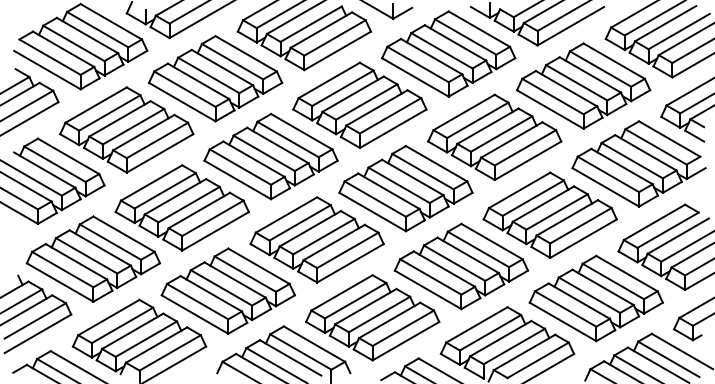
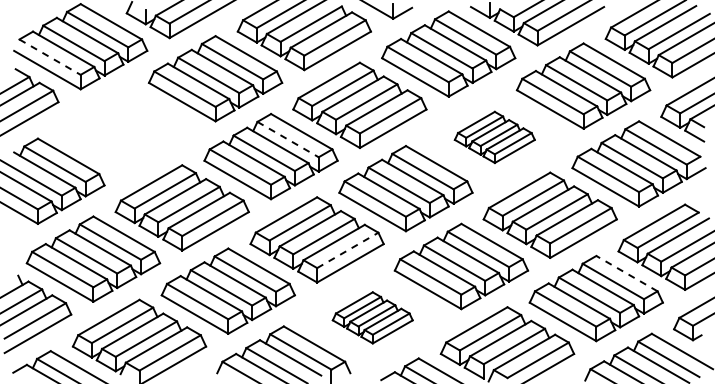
line at (50, 57): solid -> dashed
part at (126, 129): present -> none
part at (494, 137) size: 136x89 px -> 83x55 px
line at (288, 139): solid -> dashed
line at (348, 250): solid -> dashed
line at (626, 273): solid -> dashed
part at (372, 317) size: 136x88 px -> 83x54 px
